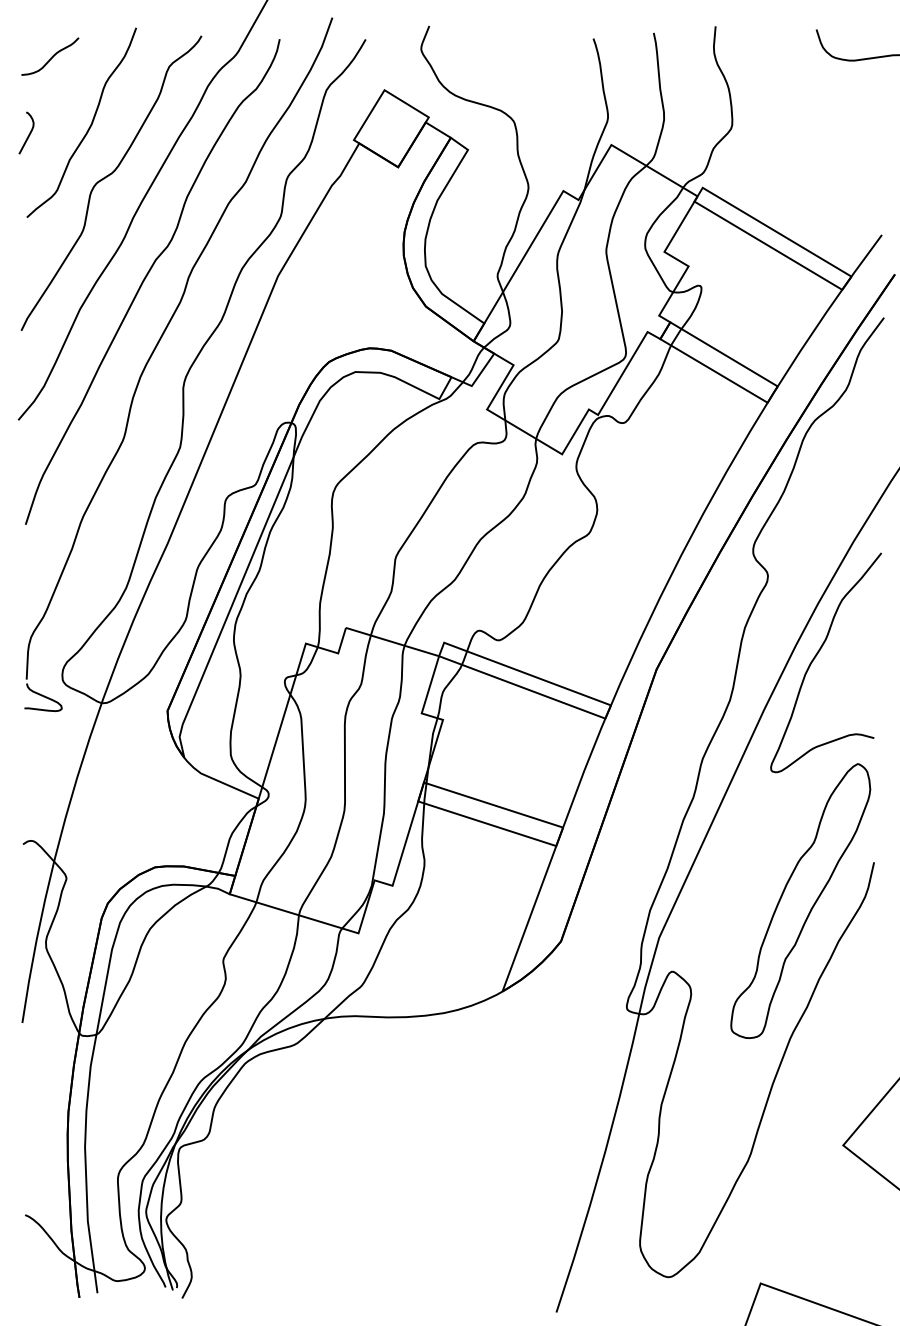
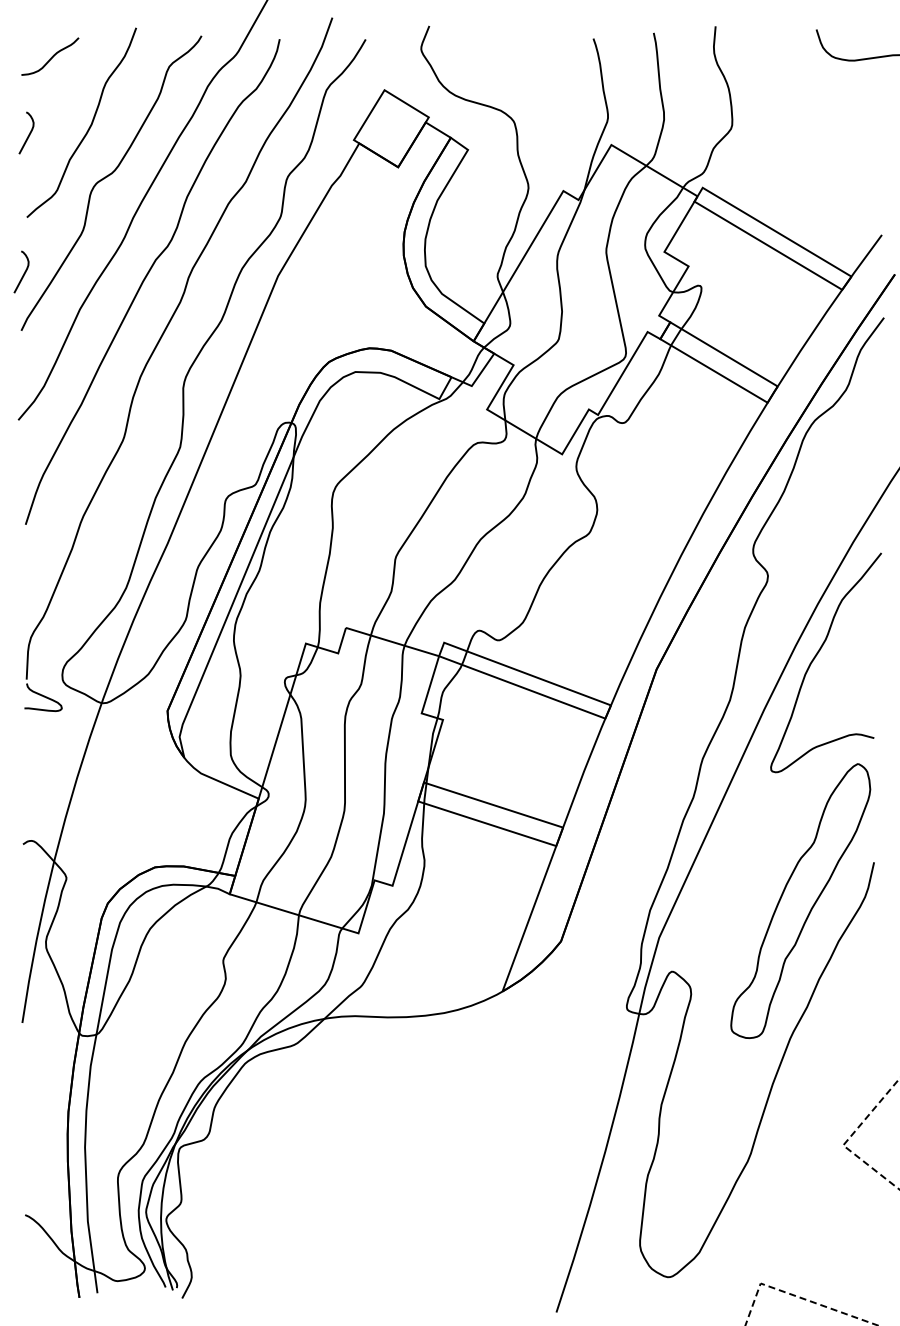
curve at (23, 273): none -> present
line at (847, 1140): solid -> dashed
line at (798, 1296): solid -> dashed
